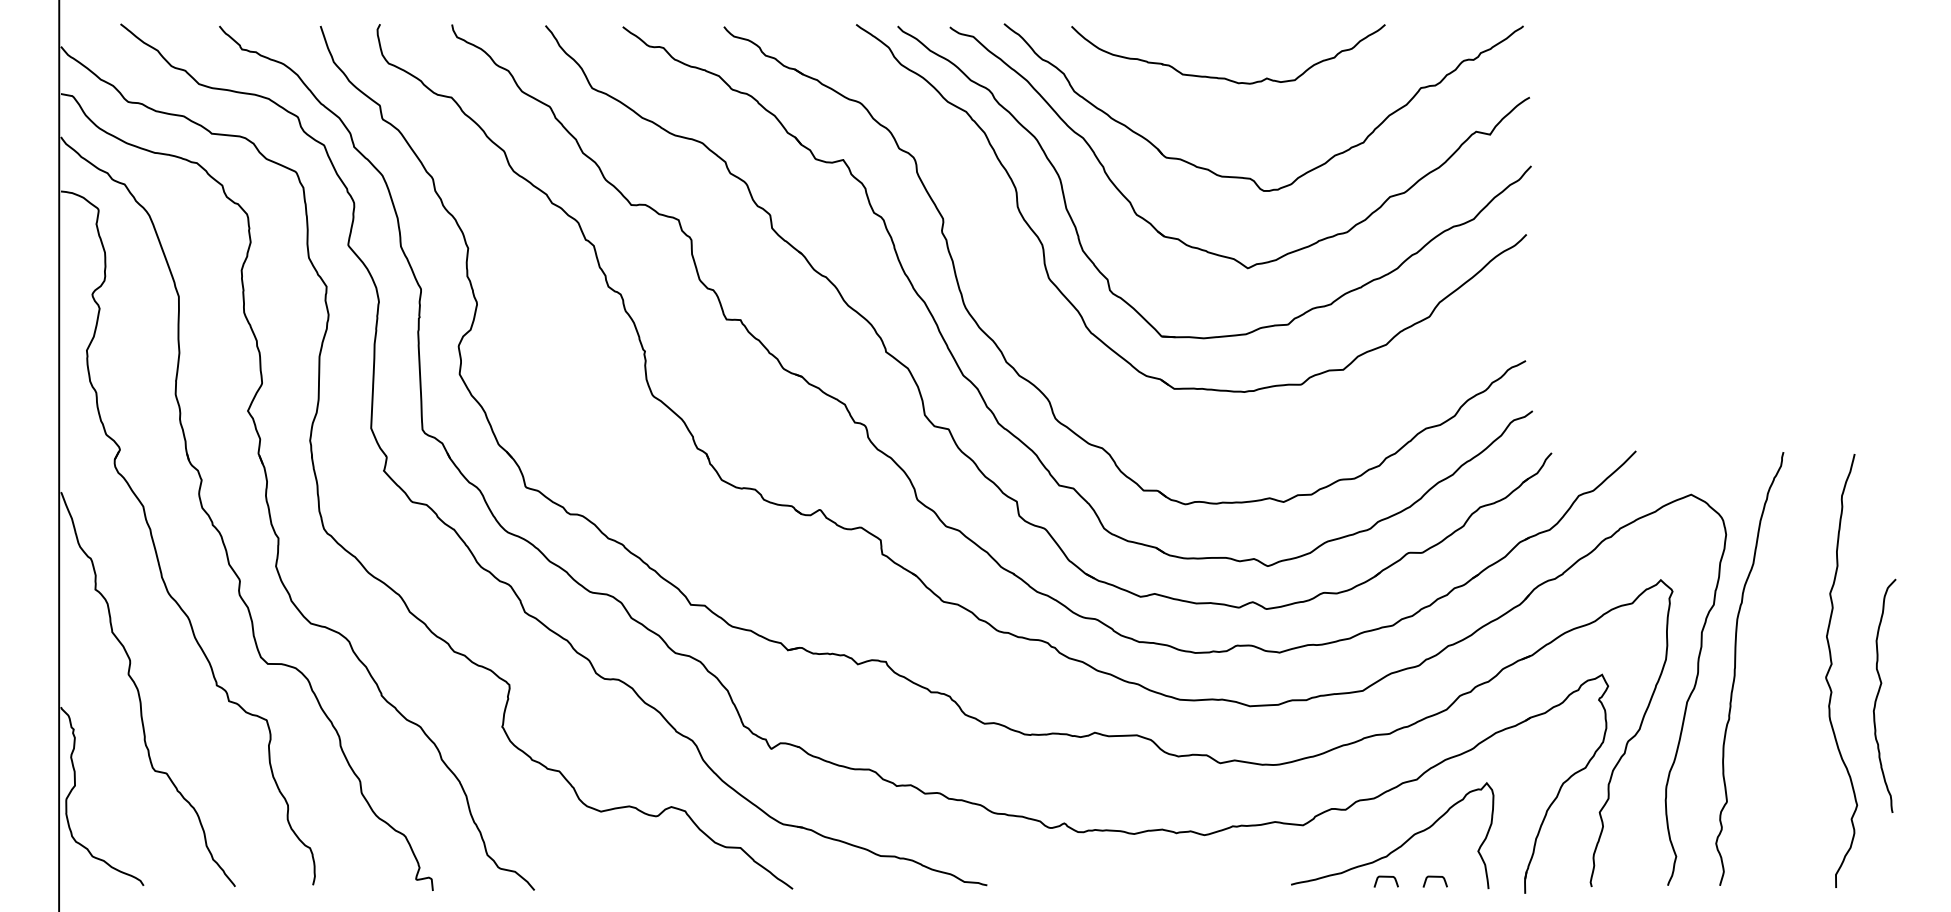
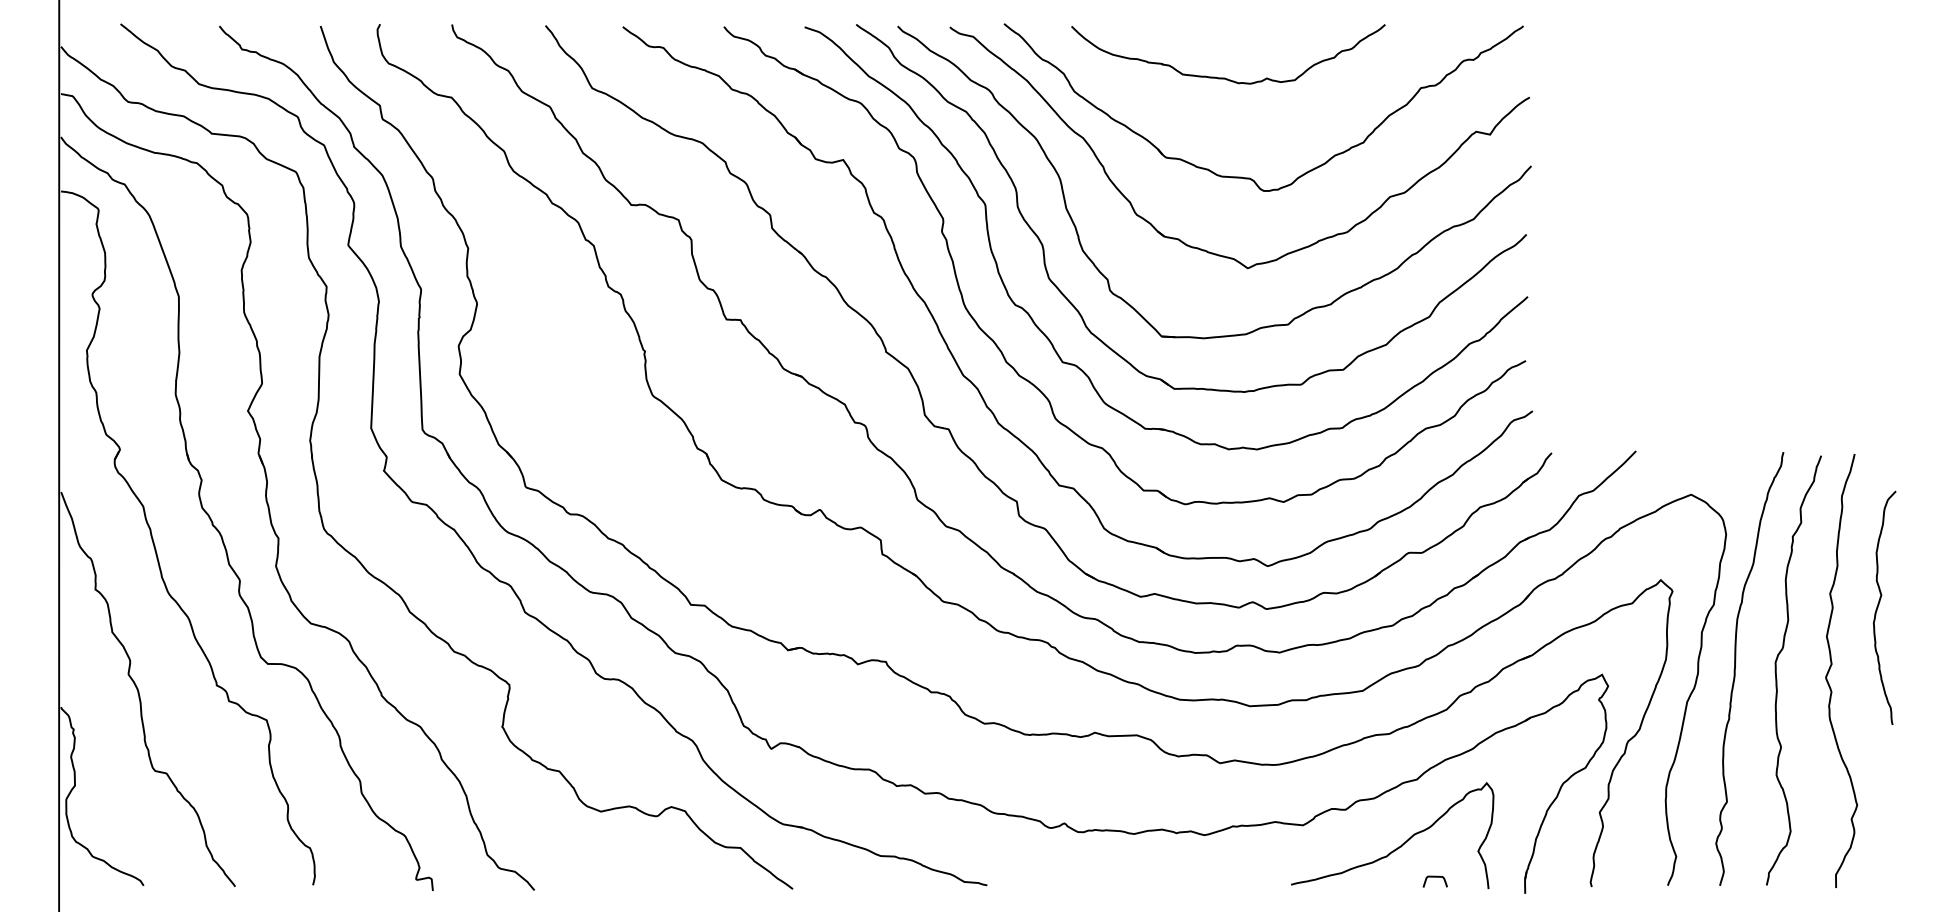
part at (1049, 338): none -> present
curve at (1776, 670): none -> present
curve at (1879, 692) position: (1879, 692) -> (1879, 604)
curve at (1385, 877): present -> none
